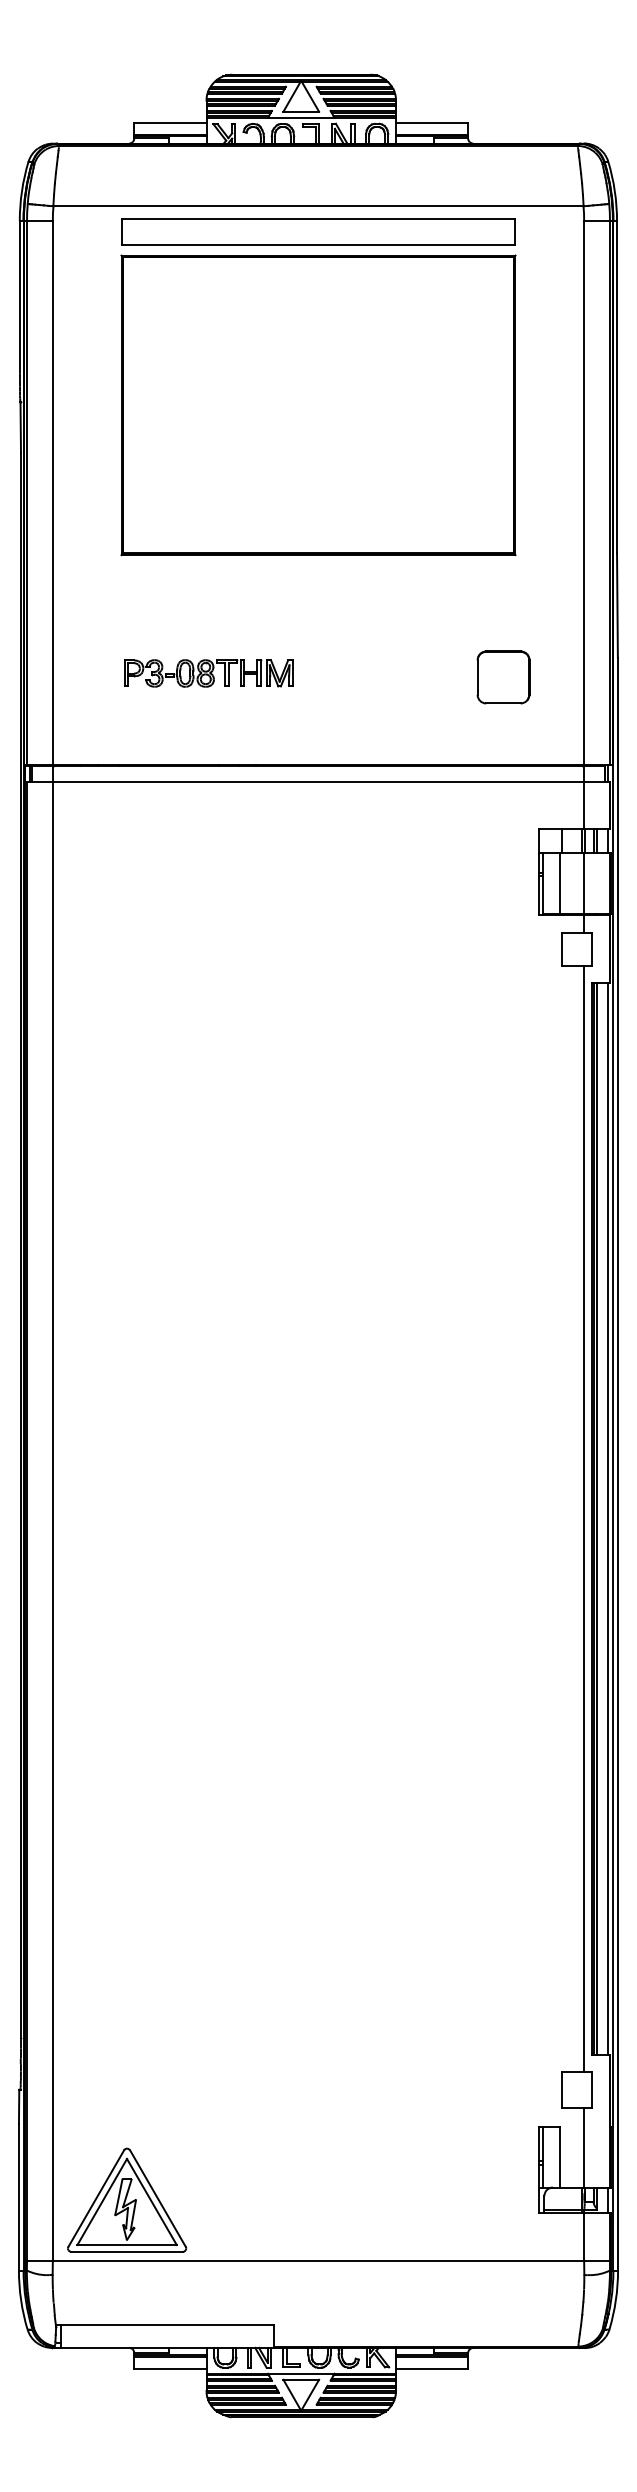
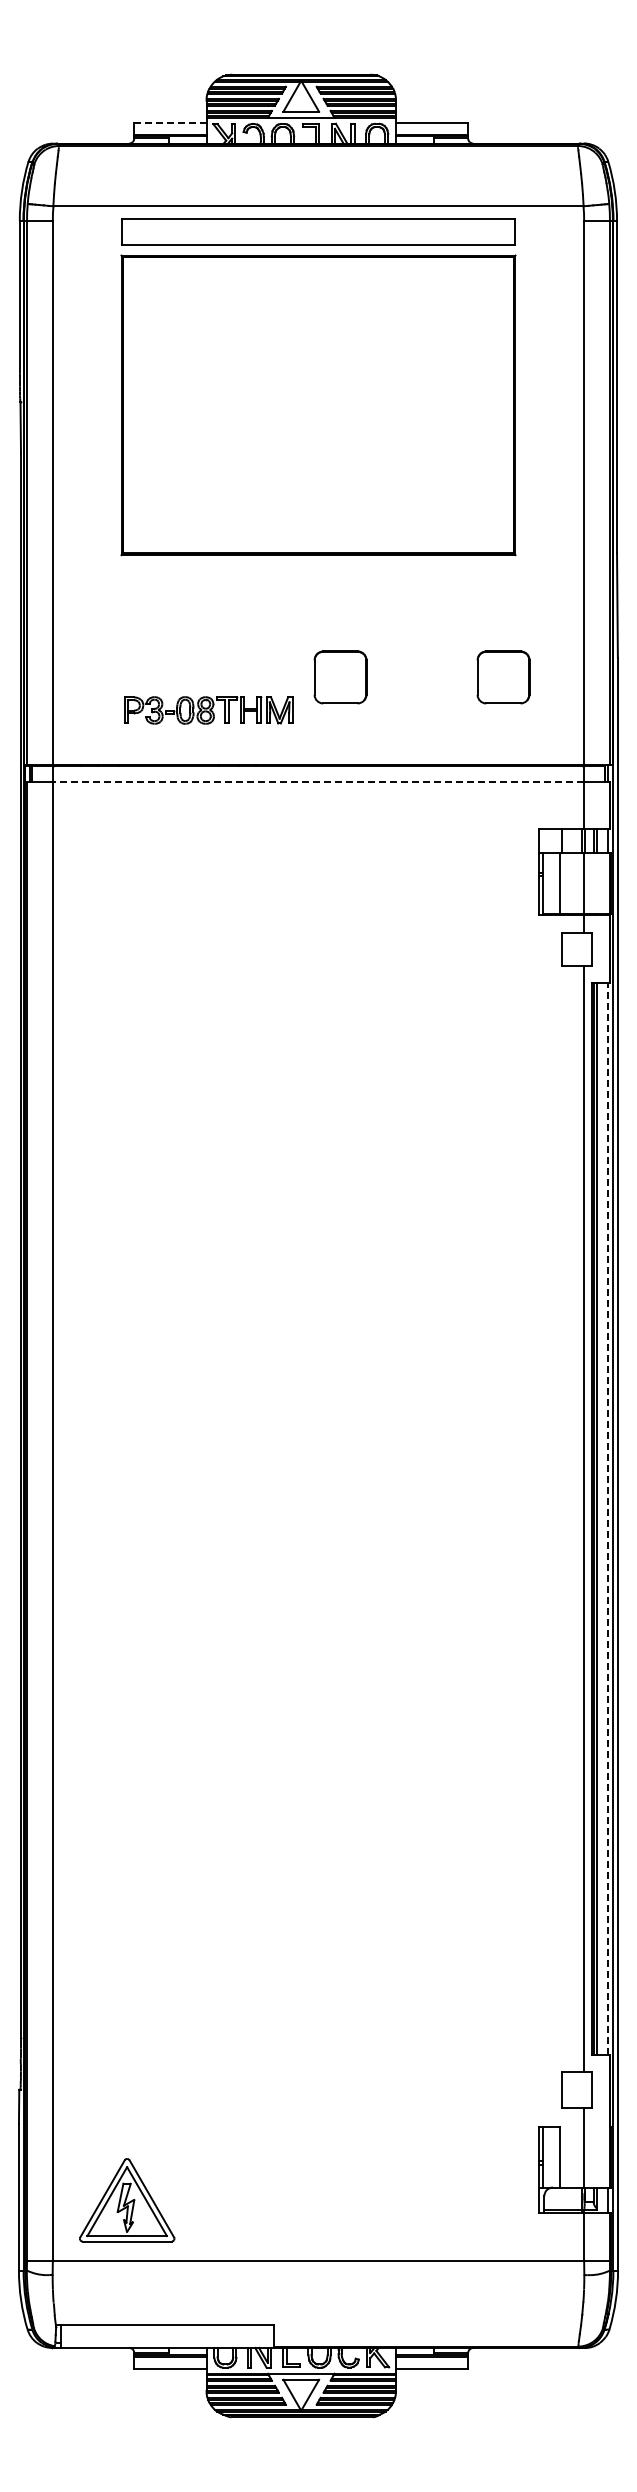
line at (170, 122): solid -> dashed
part at (208, 673) position: (208, 673) -> (208, 710)
part at (340, 677): none -> present
line at (318, 781): solid -> dashed
line at (608, 1518): solid -> dashed
part at (127, 2199) size: 121x106 px -> 97x85 px
